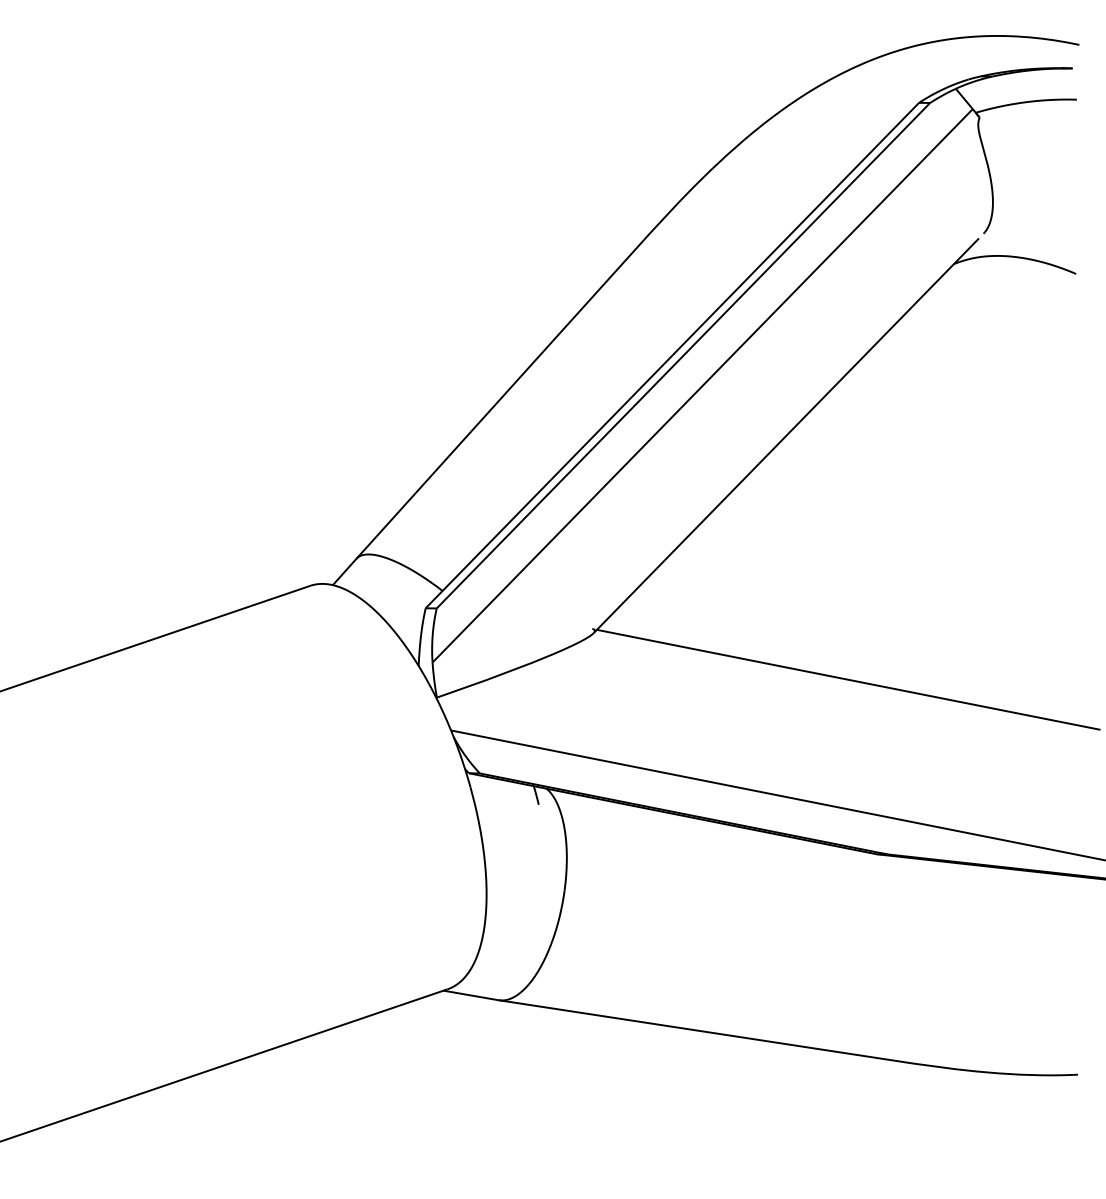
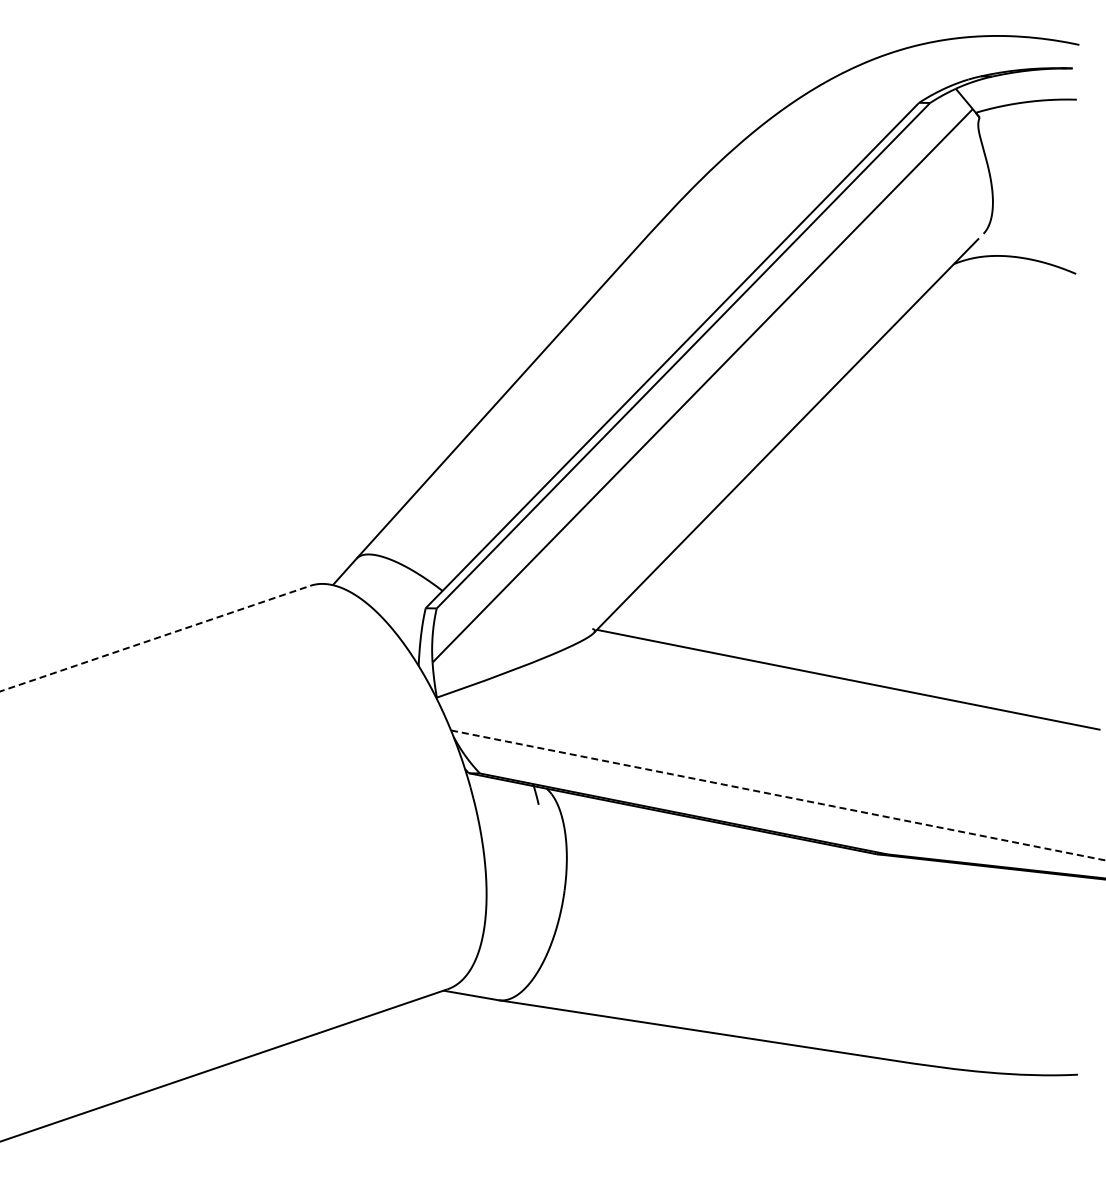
line at (155, 638): solid -> dashed
line at (778, 795): solid -> dashed
